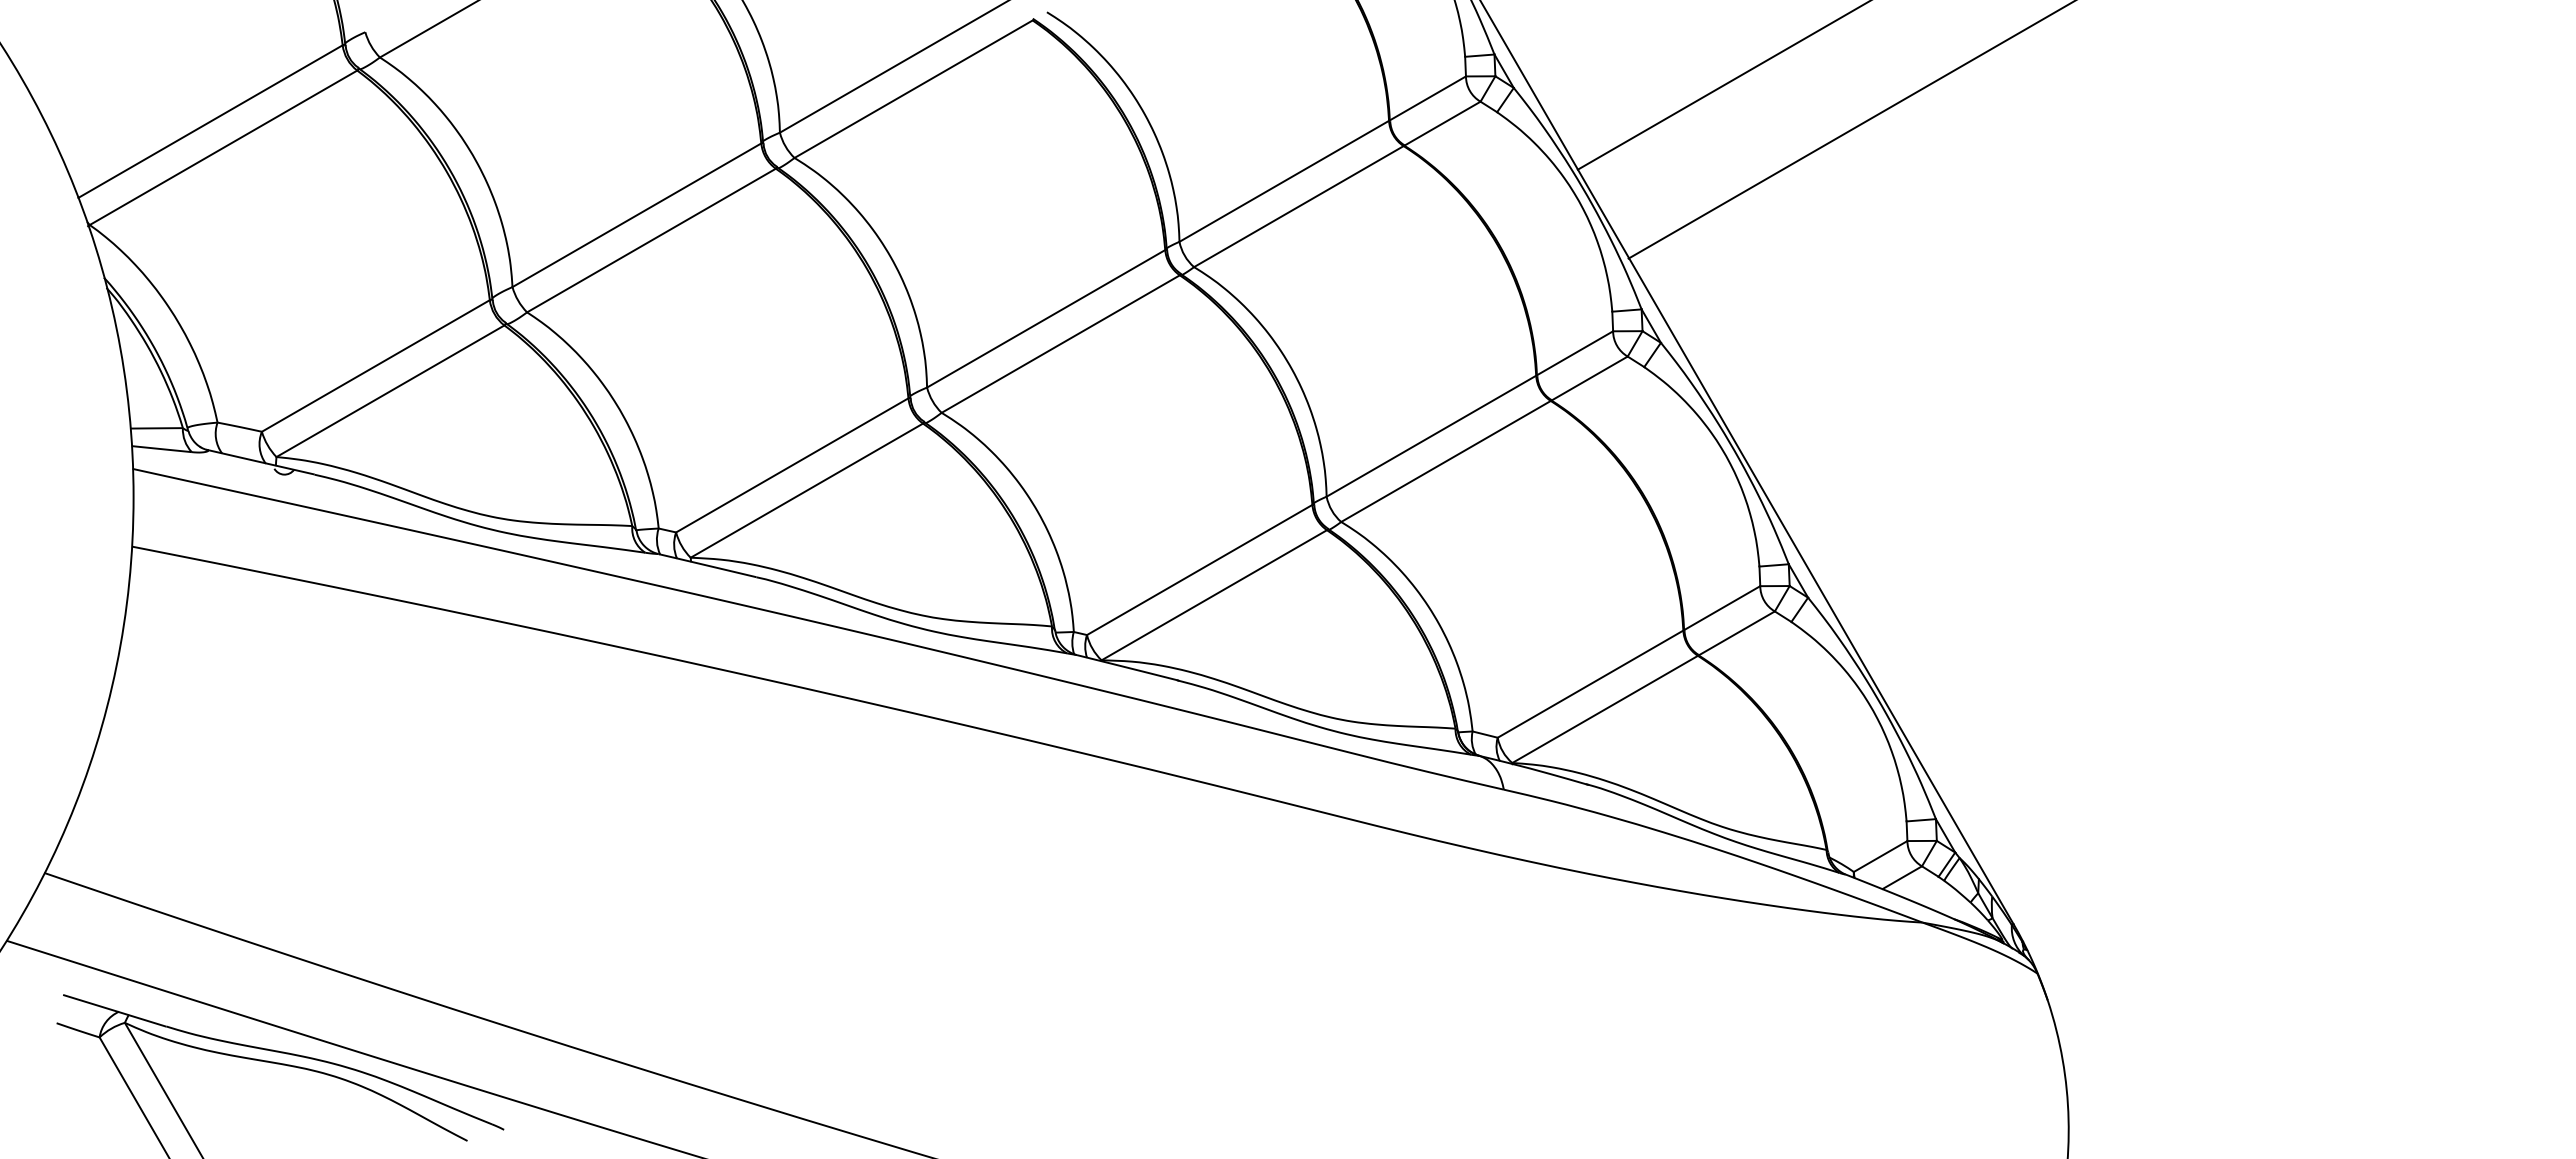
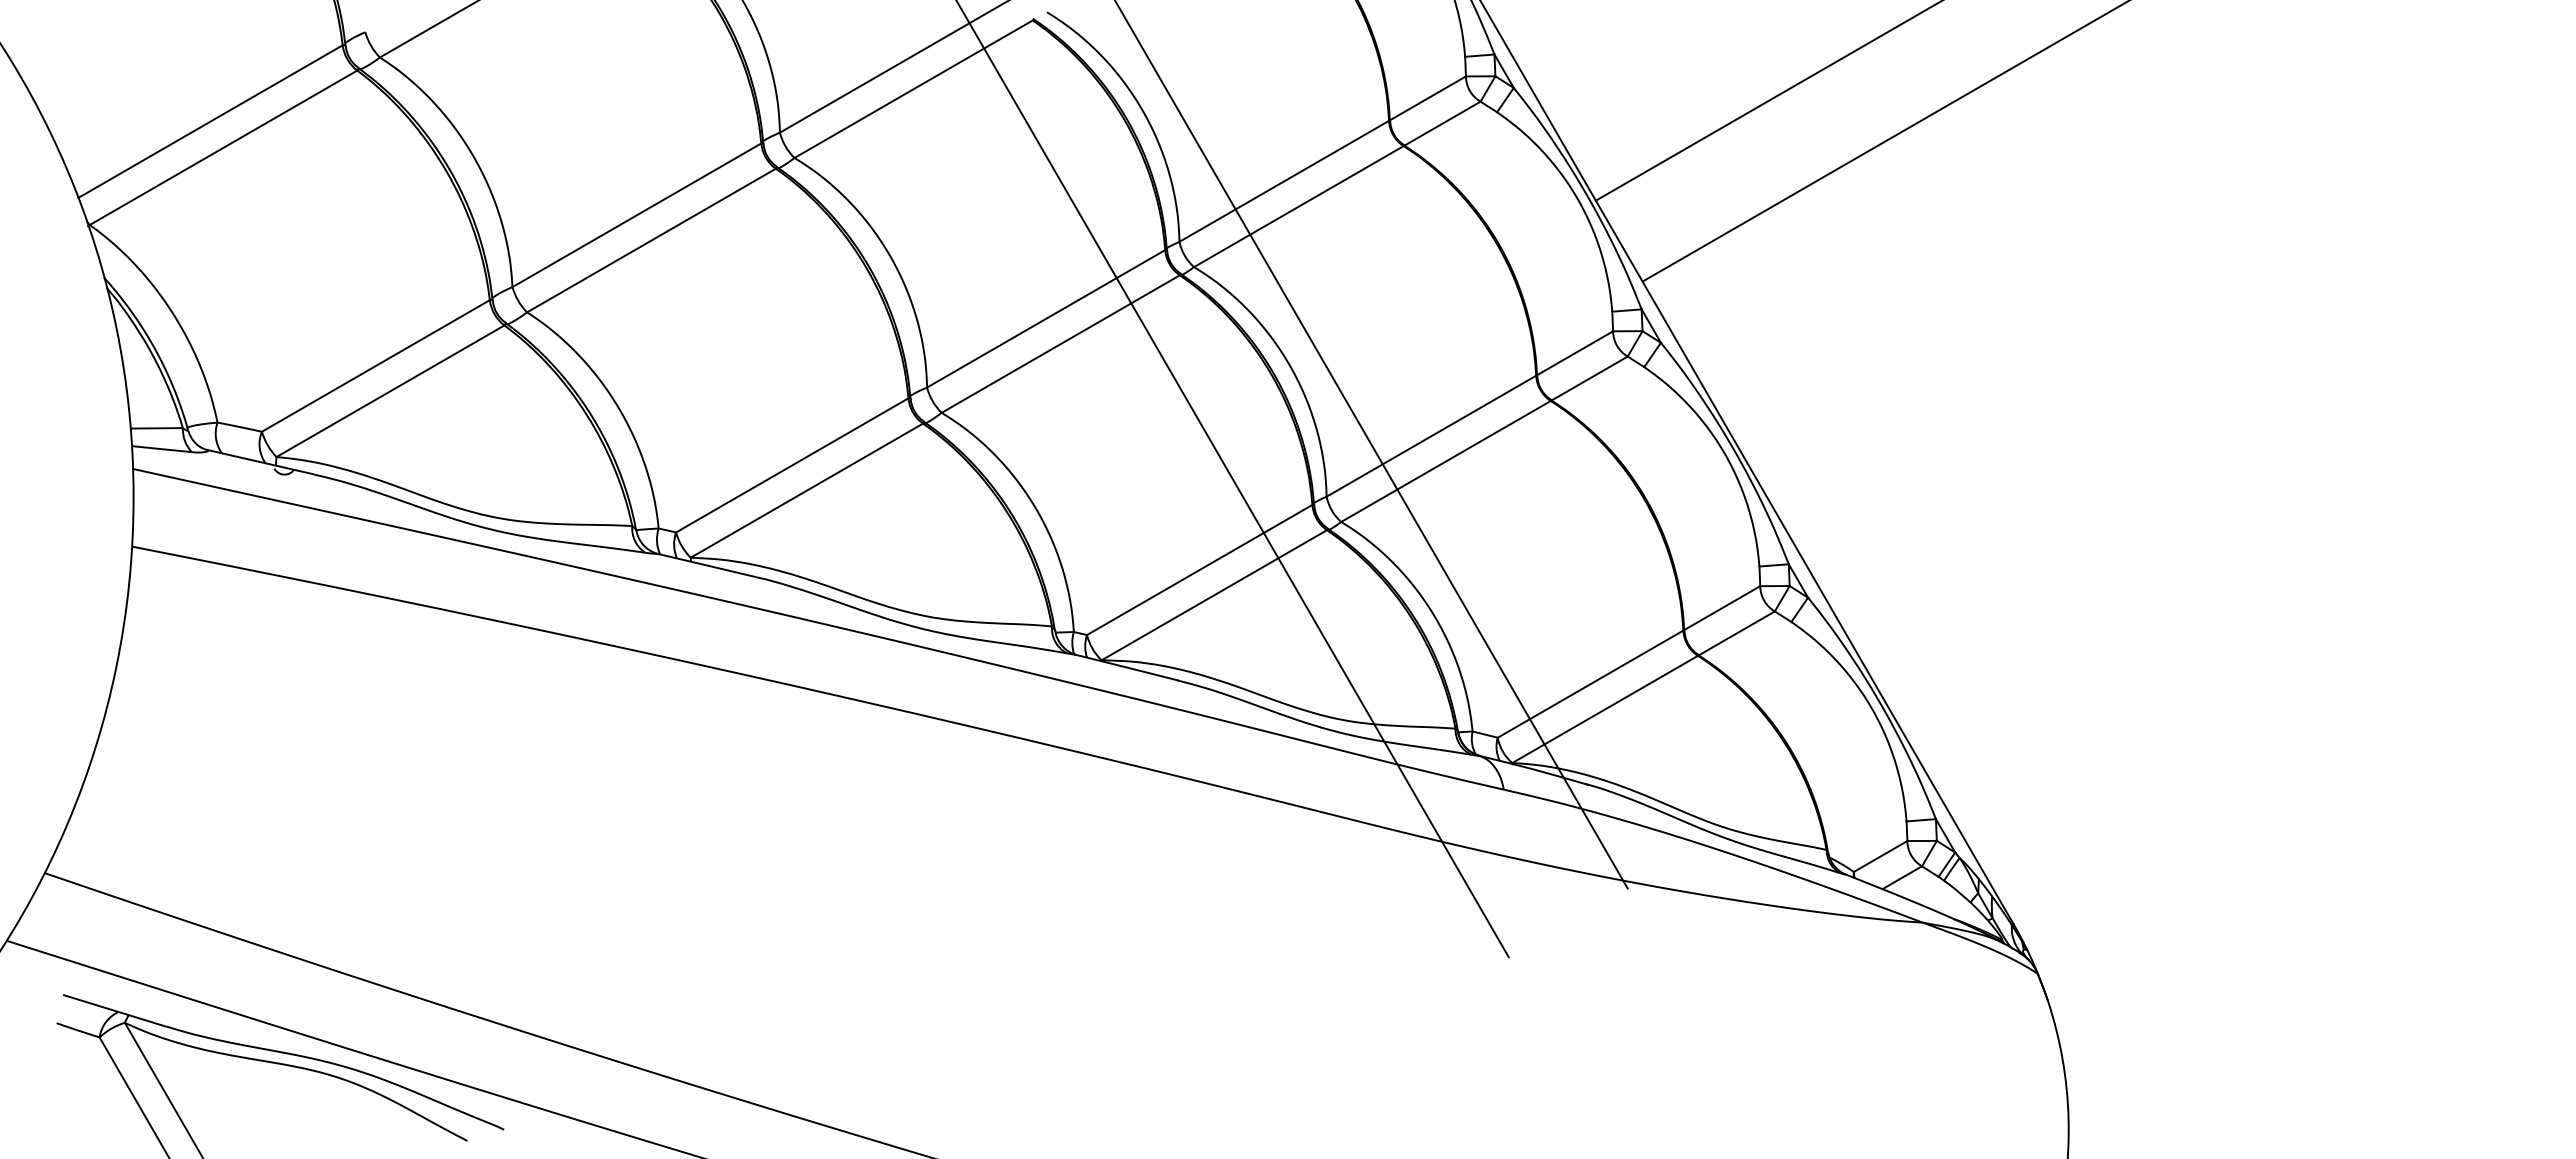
line at (1722, 85) position: (1722, 85) -> (1767, 101)
line at (1850, 130) position: (1850, 130) -> (1884, 141)
line at (1372, 445): none -> present
line at (1233, 479): none -> present
